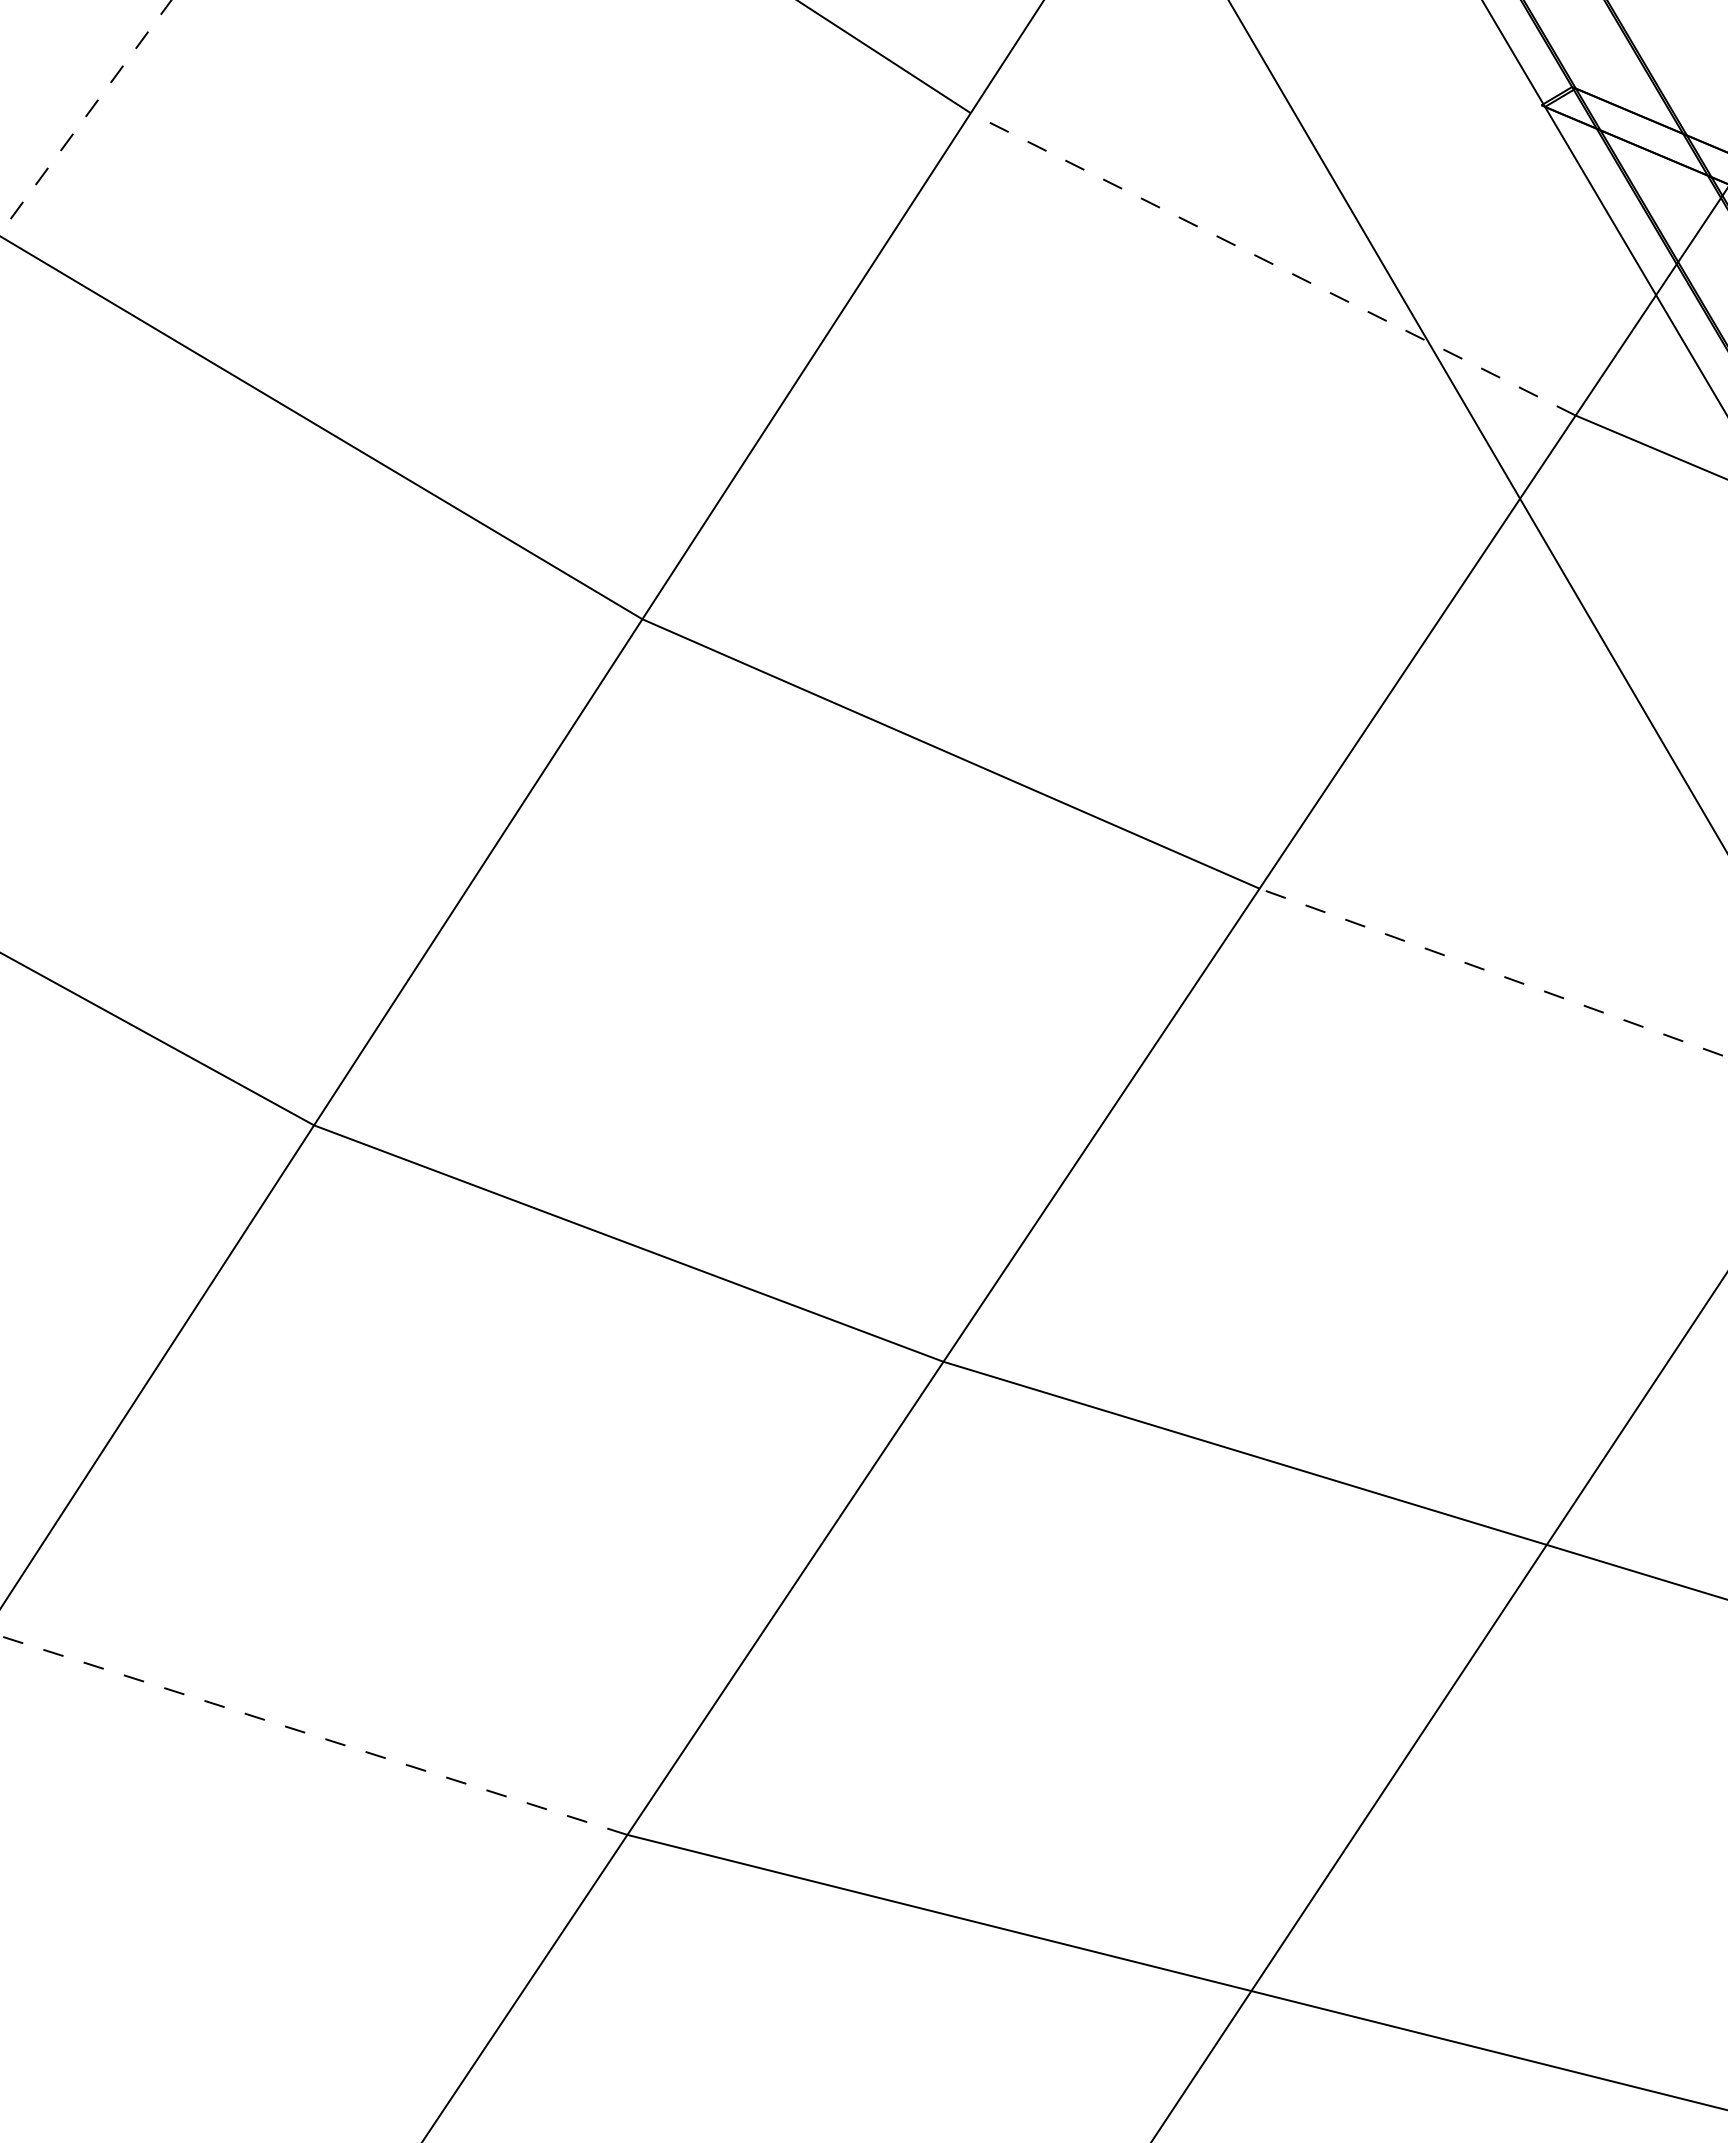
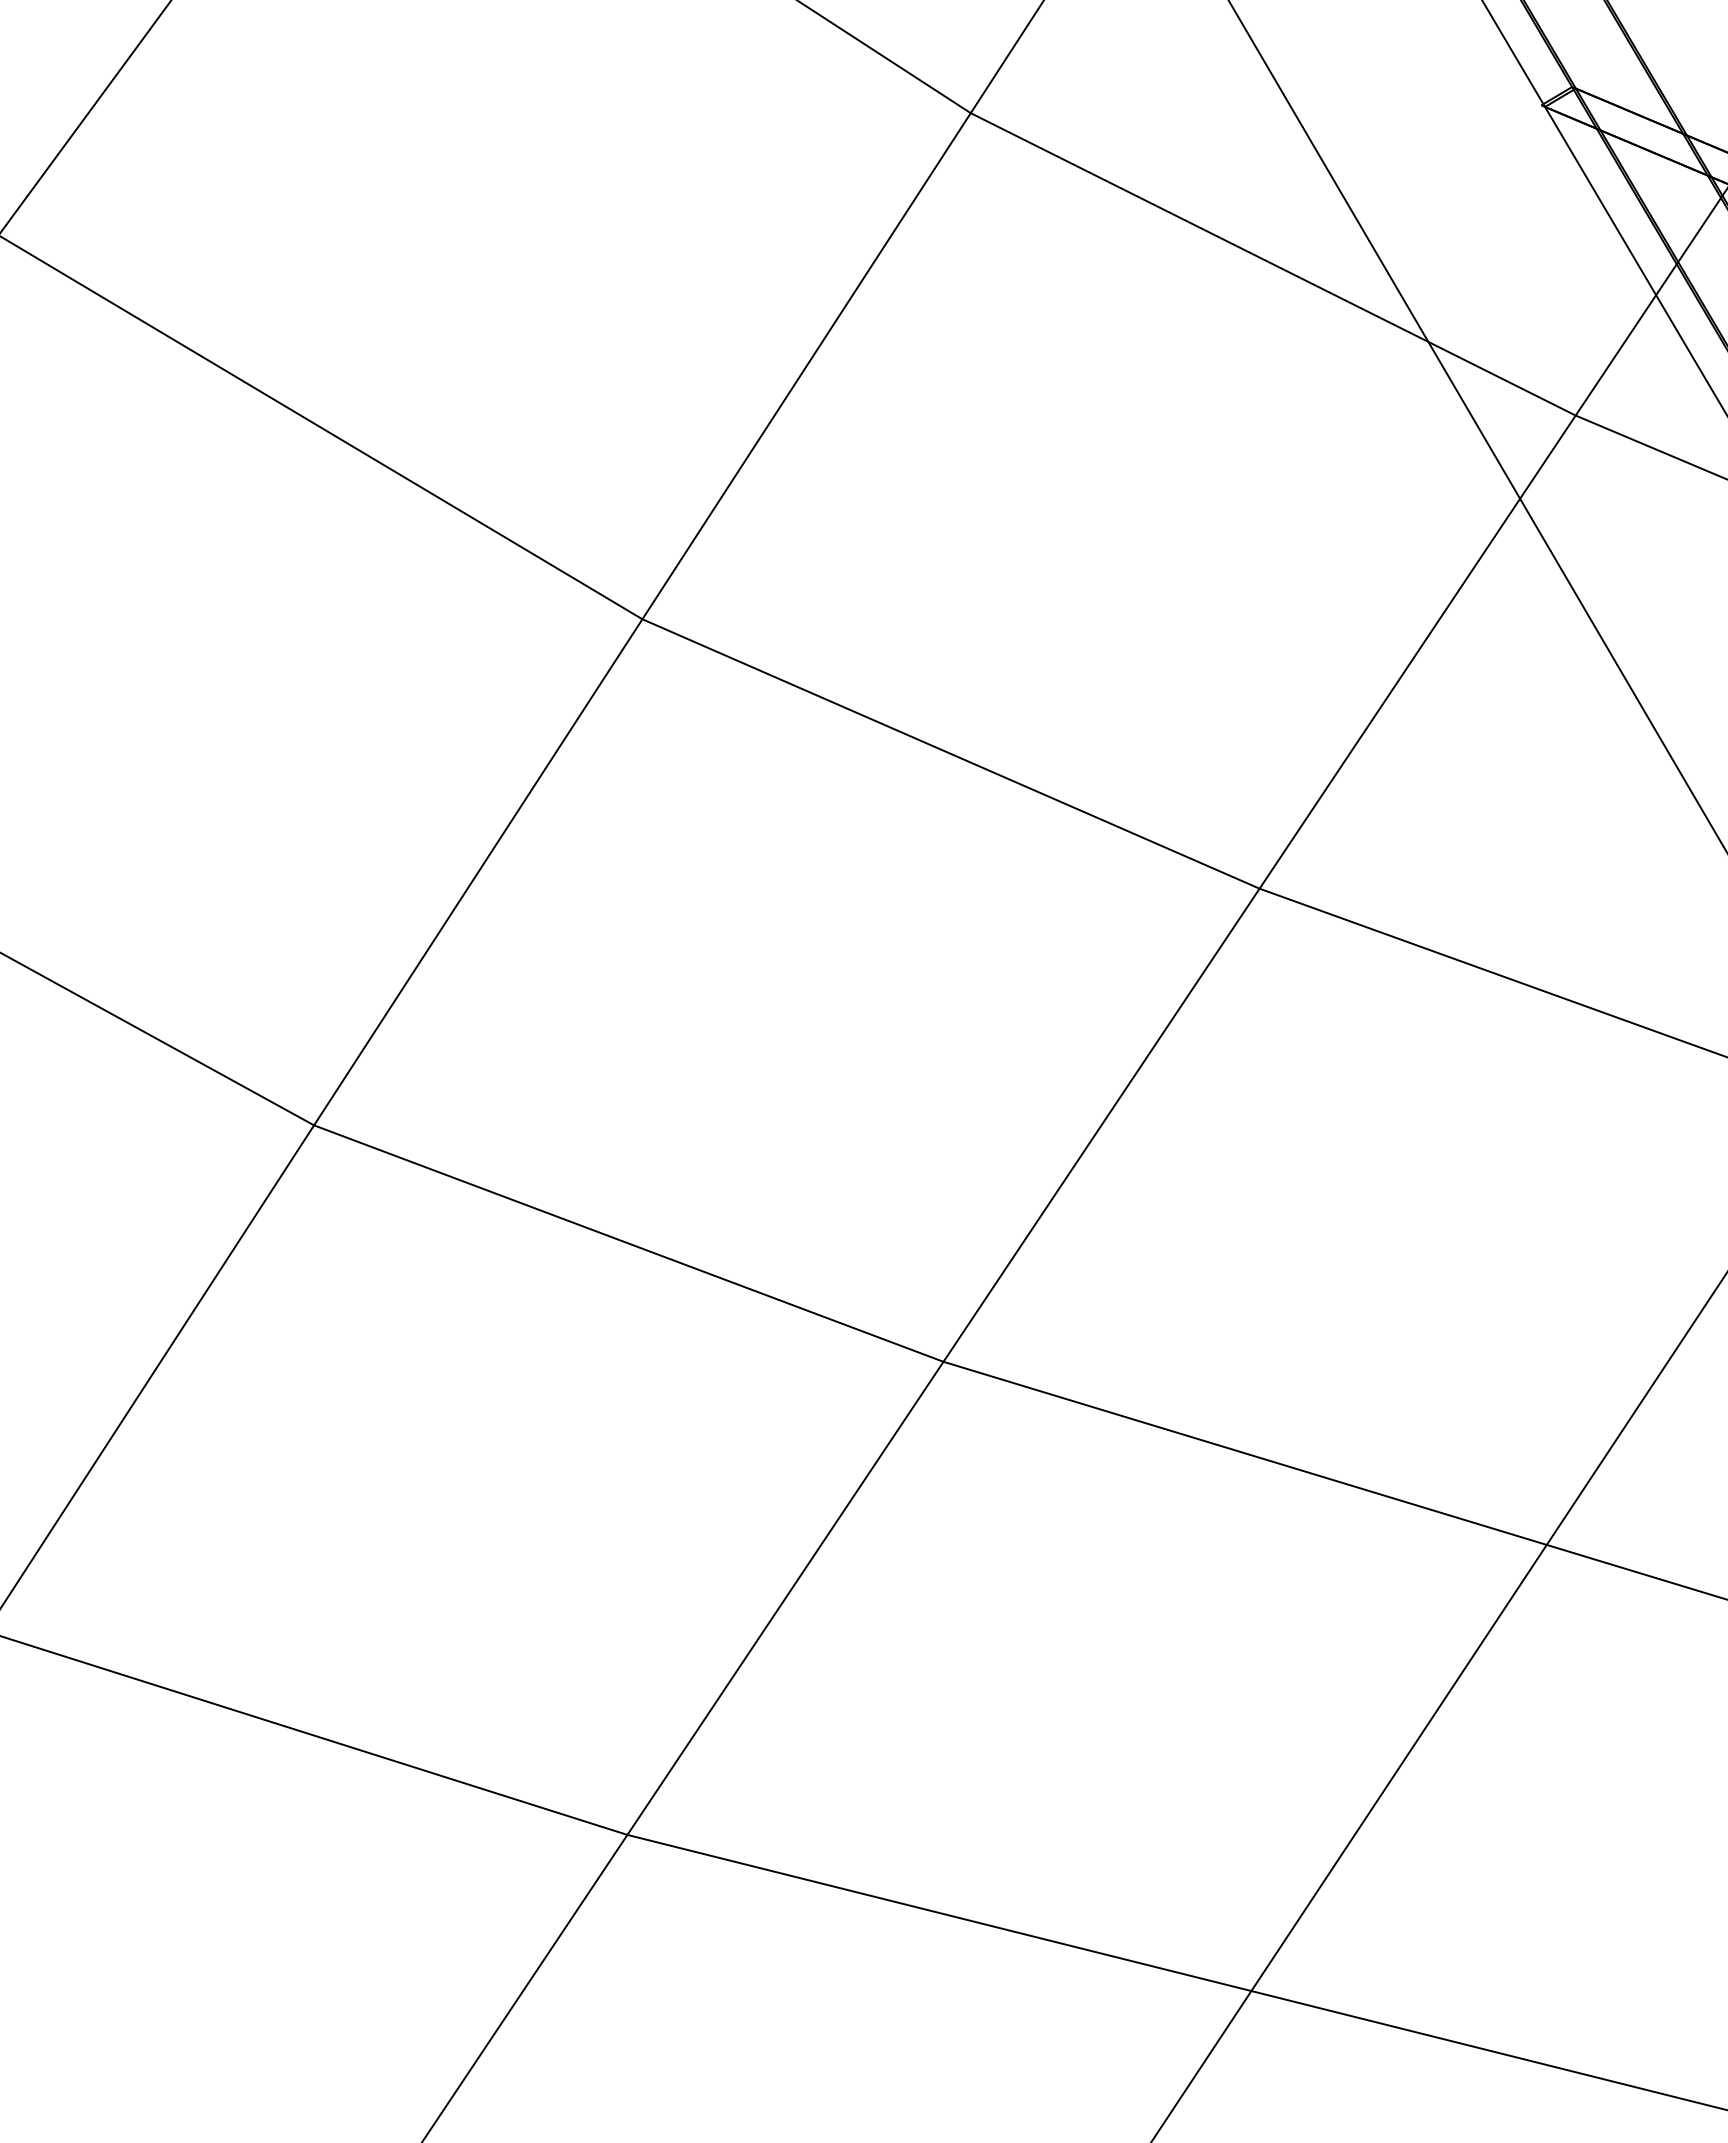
line at (85, 116): dashed -> solid
line at (1272, 264): dashed -> solid
line at (1493, 973): dashed -> solid
line at (313, 1735): dashed -> solid
